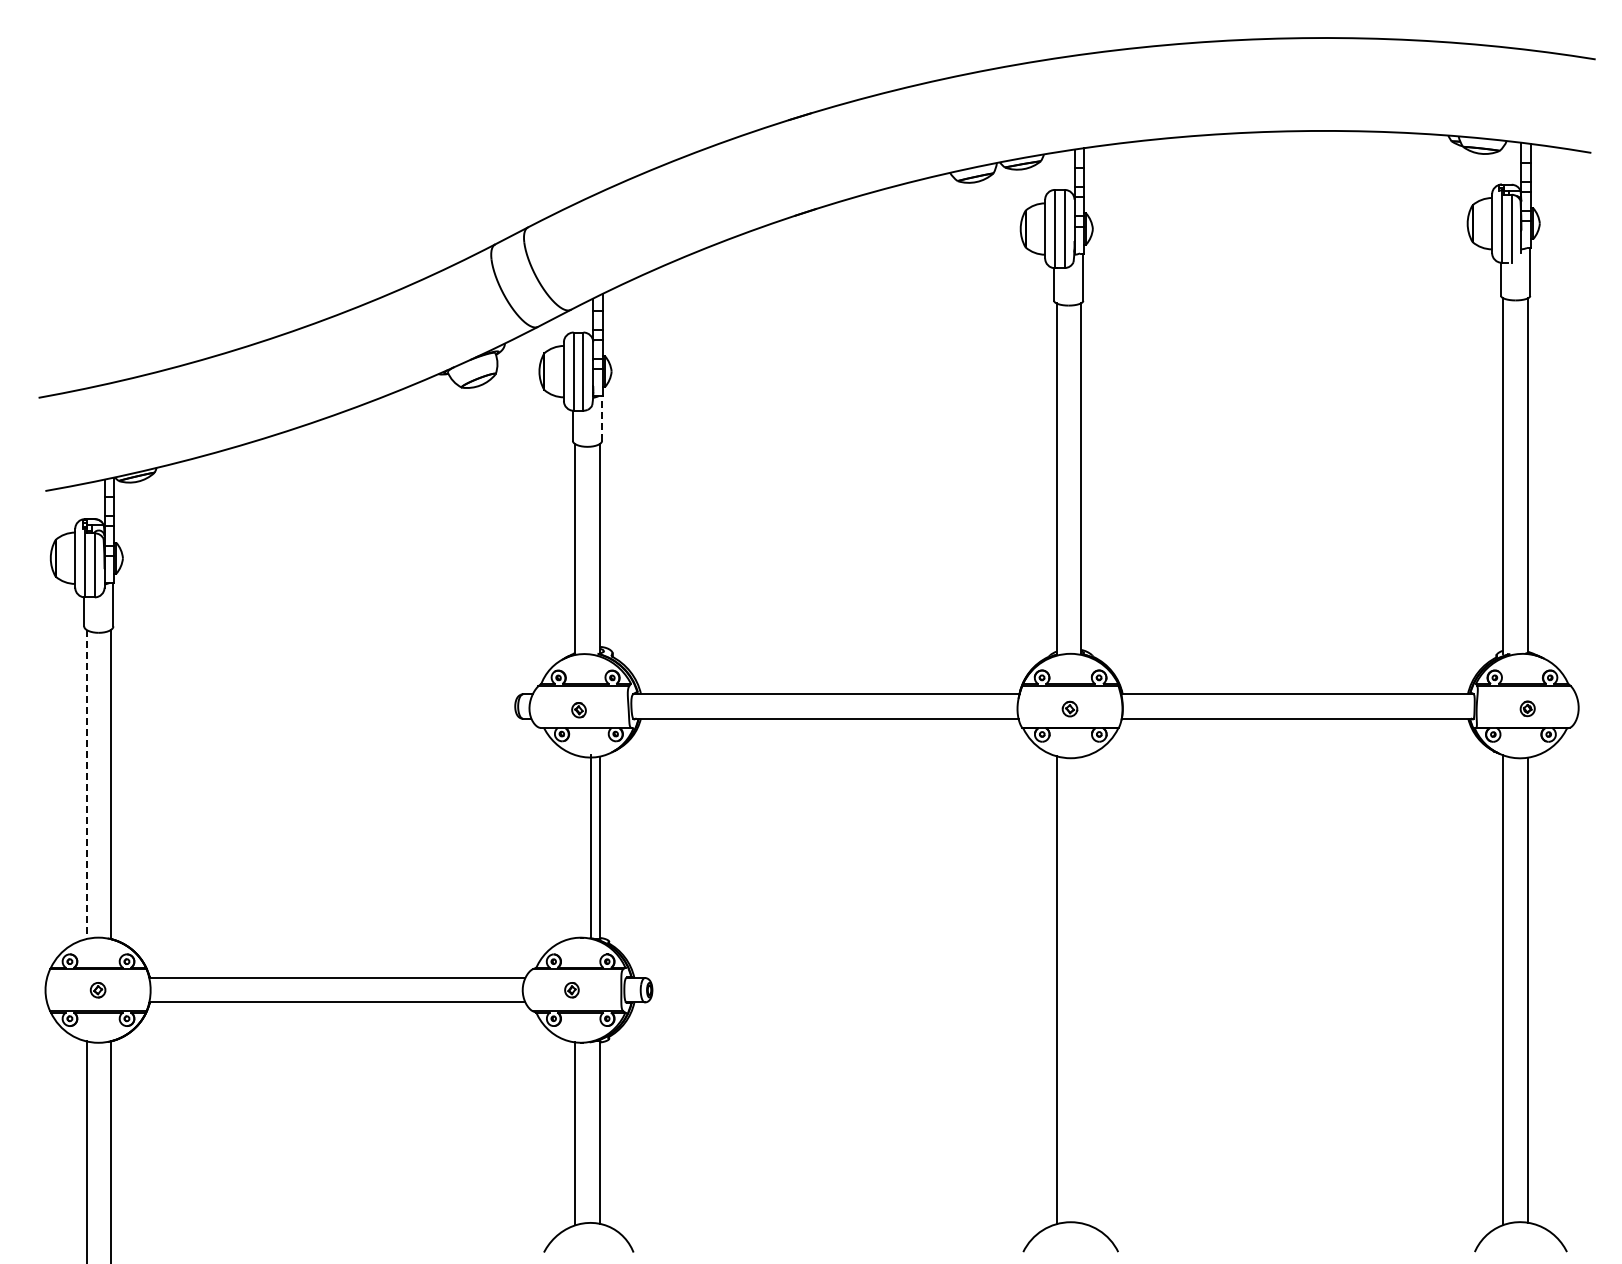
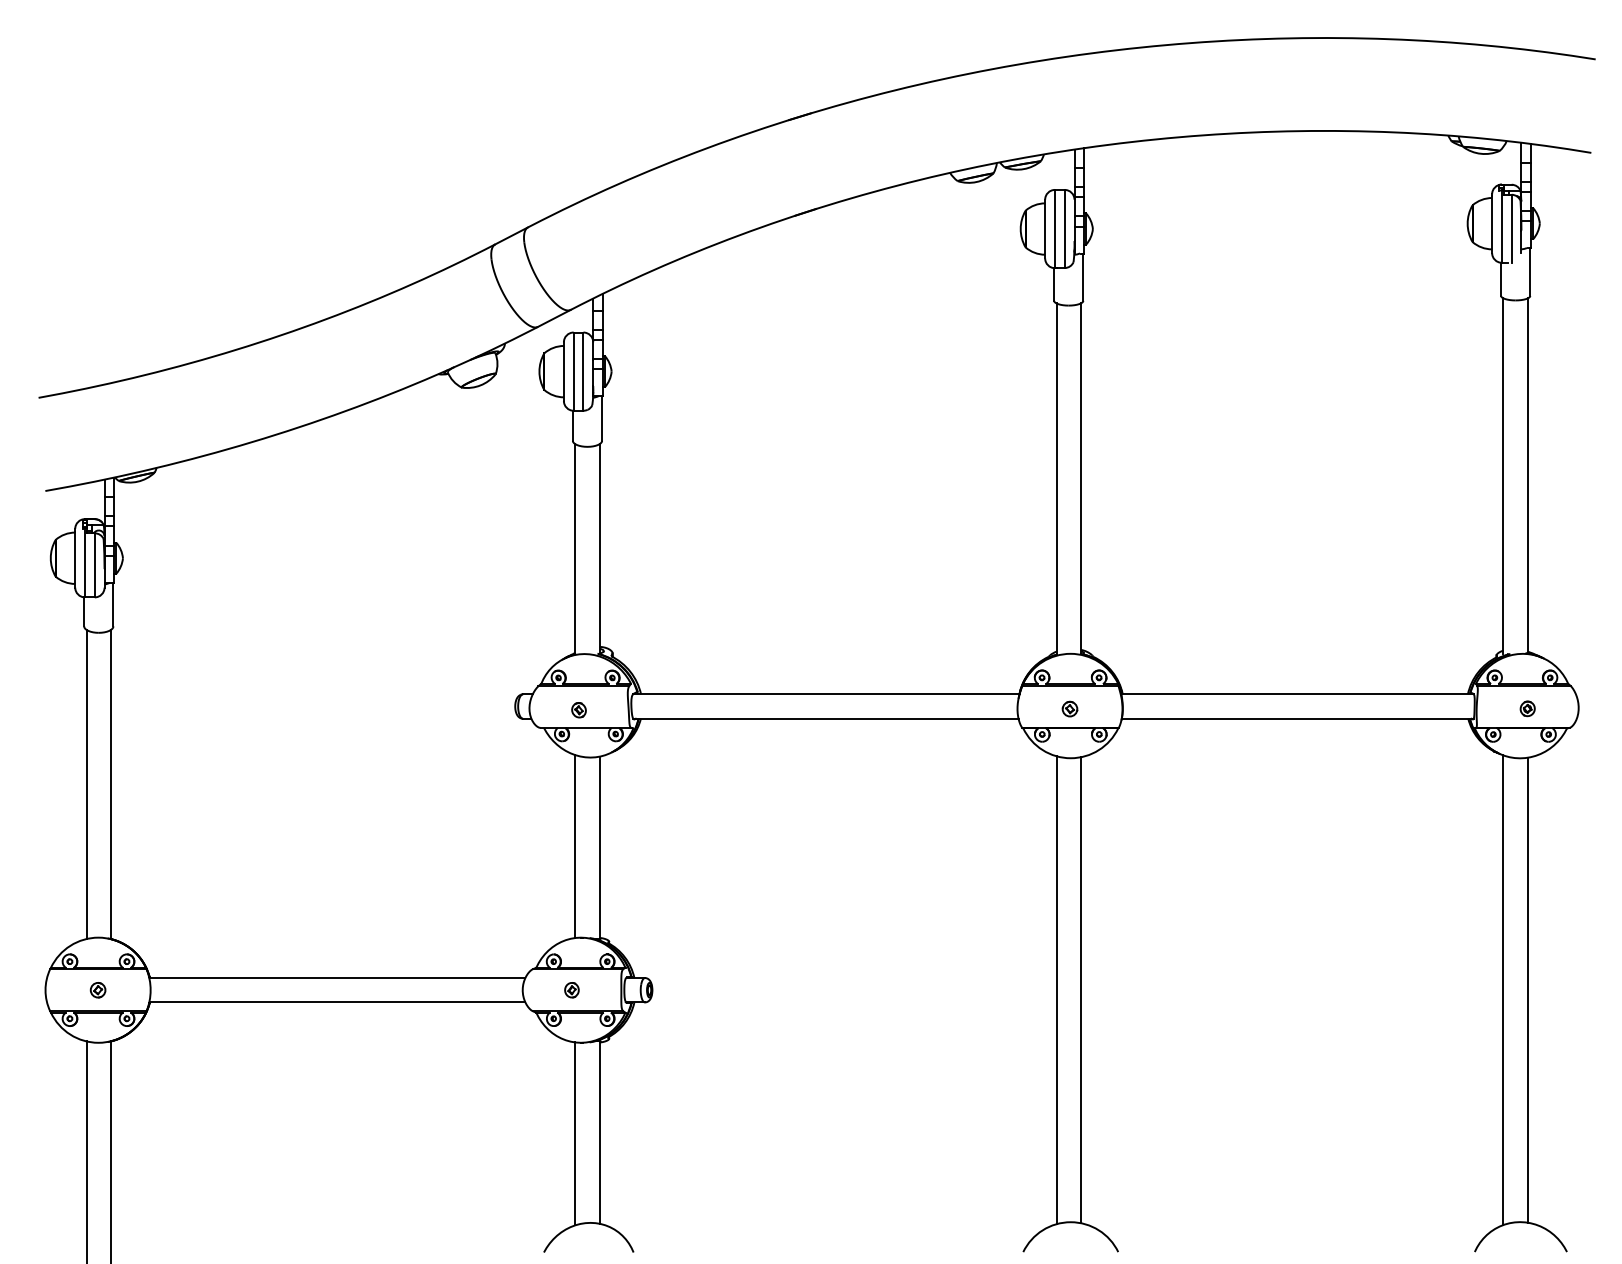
line at (602, 417): dashed -> solid
line at (86, 784): dashed -> solid
line at (591, 846) position: (591, 846) -> (575, 846)
line at (1080, 990): none -> present
